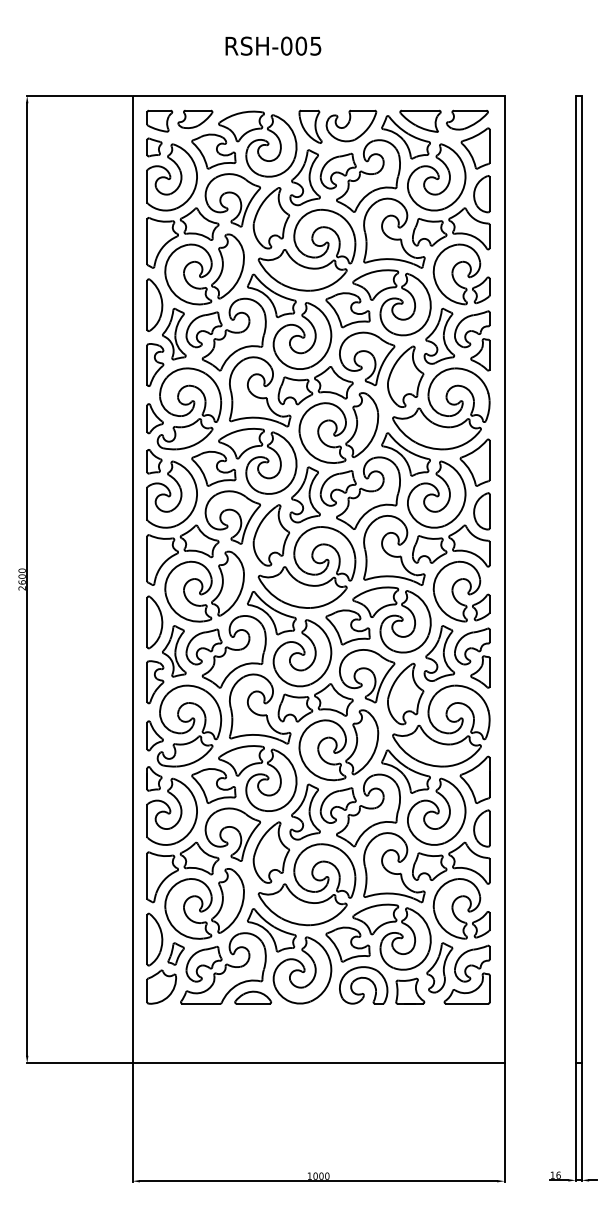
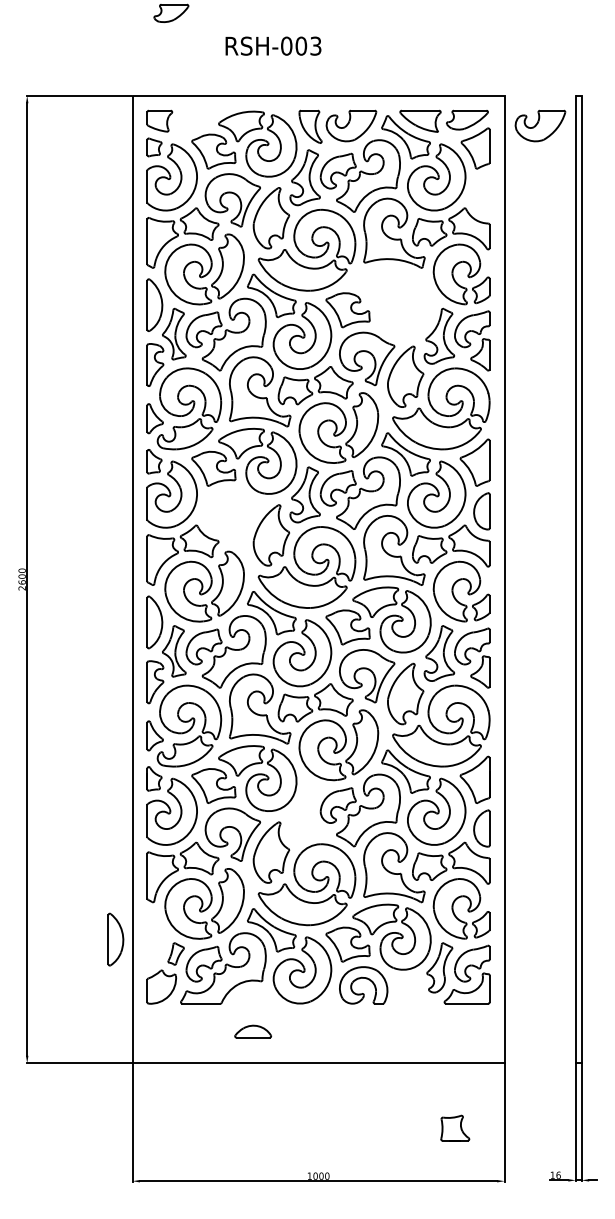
text at (316, 45): RSH-005 -> RSH-003
part at (195, 118) position: (195, 118) -> (171, 12)
part at (540, 125): none -> present
part at (481, 194): present -> none
part at (391, 302): present -> none
part at (232, 517): present -> none
part at (304, 811): present -> none
part at (154, 939) position: (154, 939) -> (115, 939)
part at (410, 990) position: (410, 990) -> (455, 1127)
part at (253, 997) position: (253, 997) -> (253, 1031)
